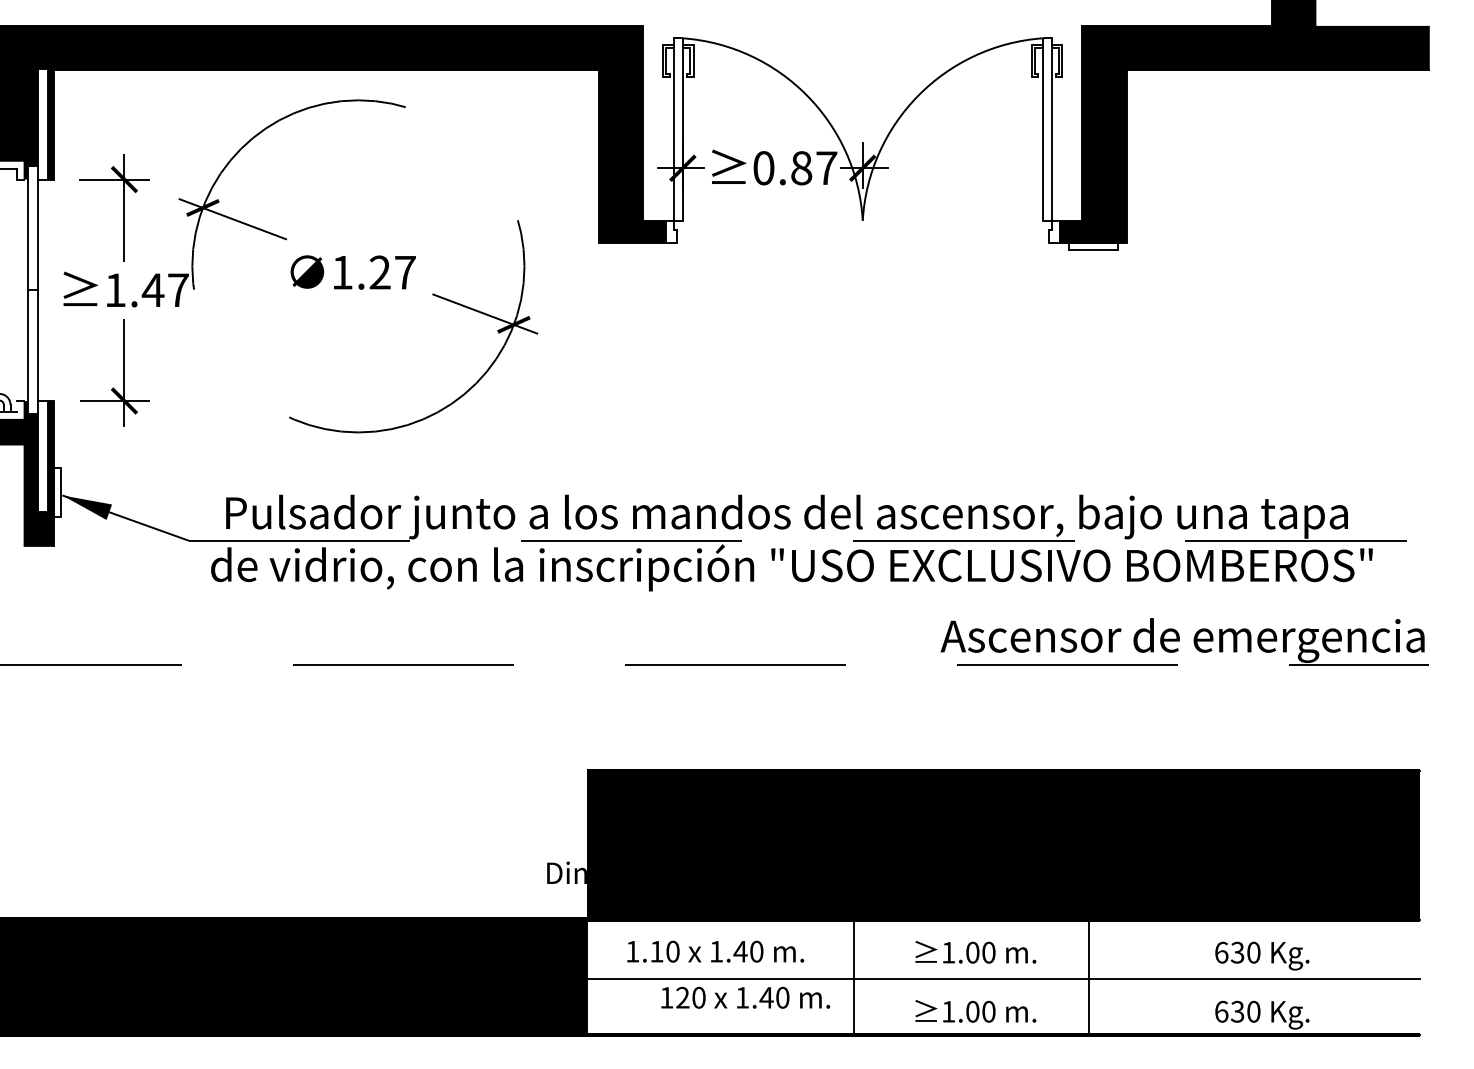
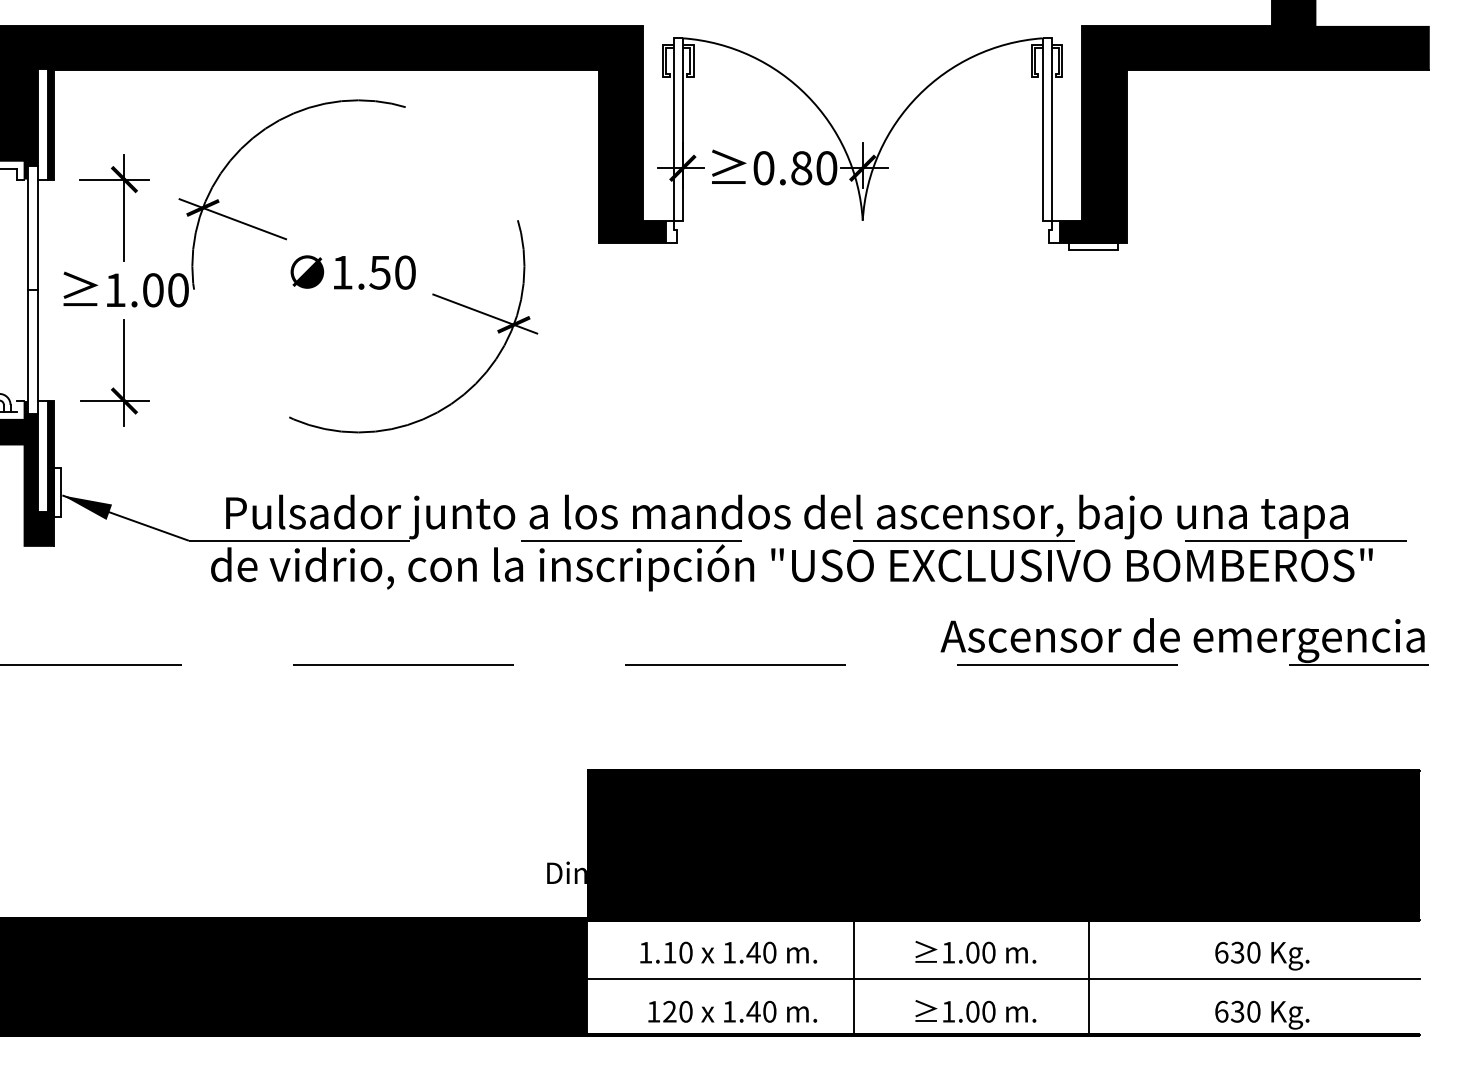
text at (826, 168): 0.87 -> 0.80
text at (392, 272): 1.27 -> 1.50
text at (164, 290): 1.47 -> 1.00
text at (715, 951) position: (715, 951) -> (728, 952)
text at (745, 997) position: (745, 997) -> (732, 1011)
